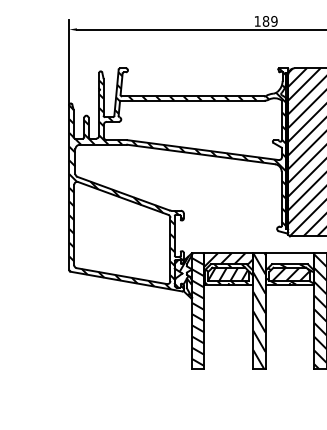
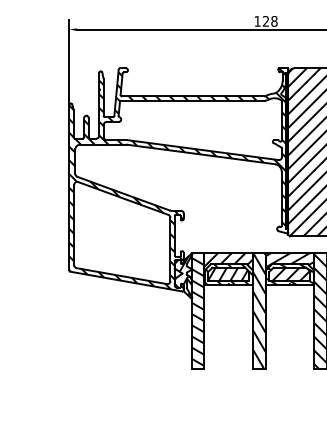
text at (269, 21): 189 -> 128
hatch at (289, 268): none -> present
